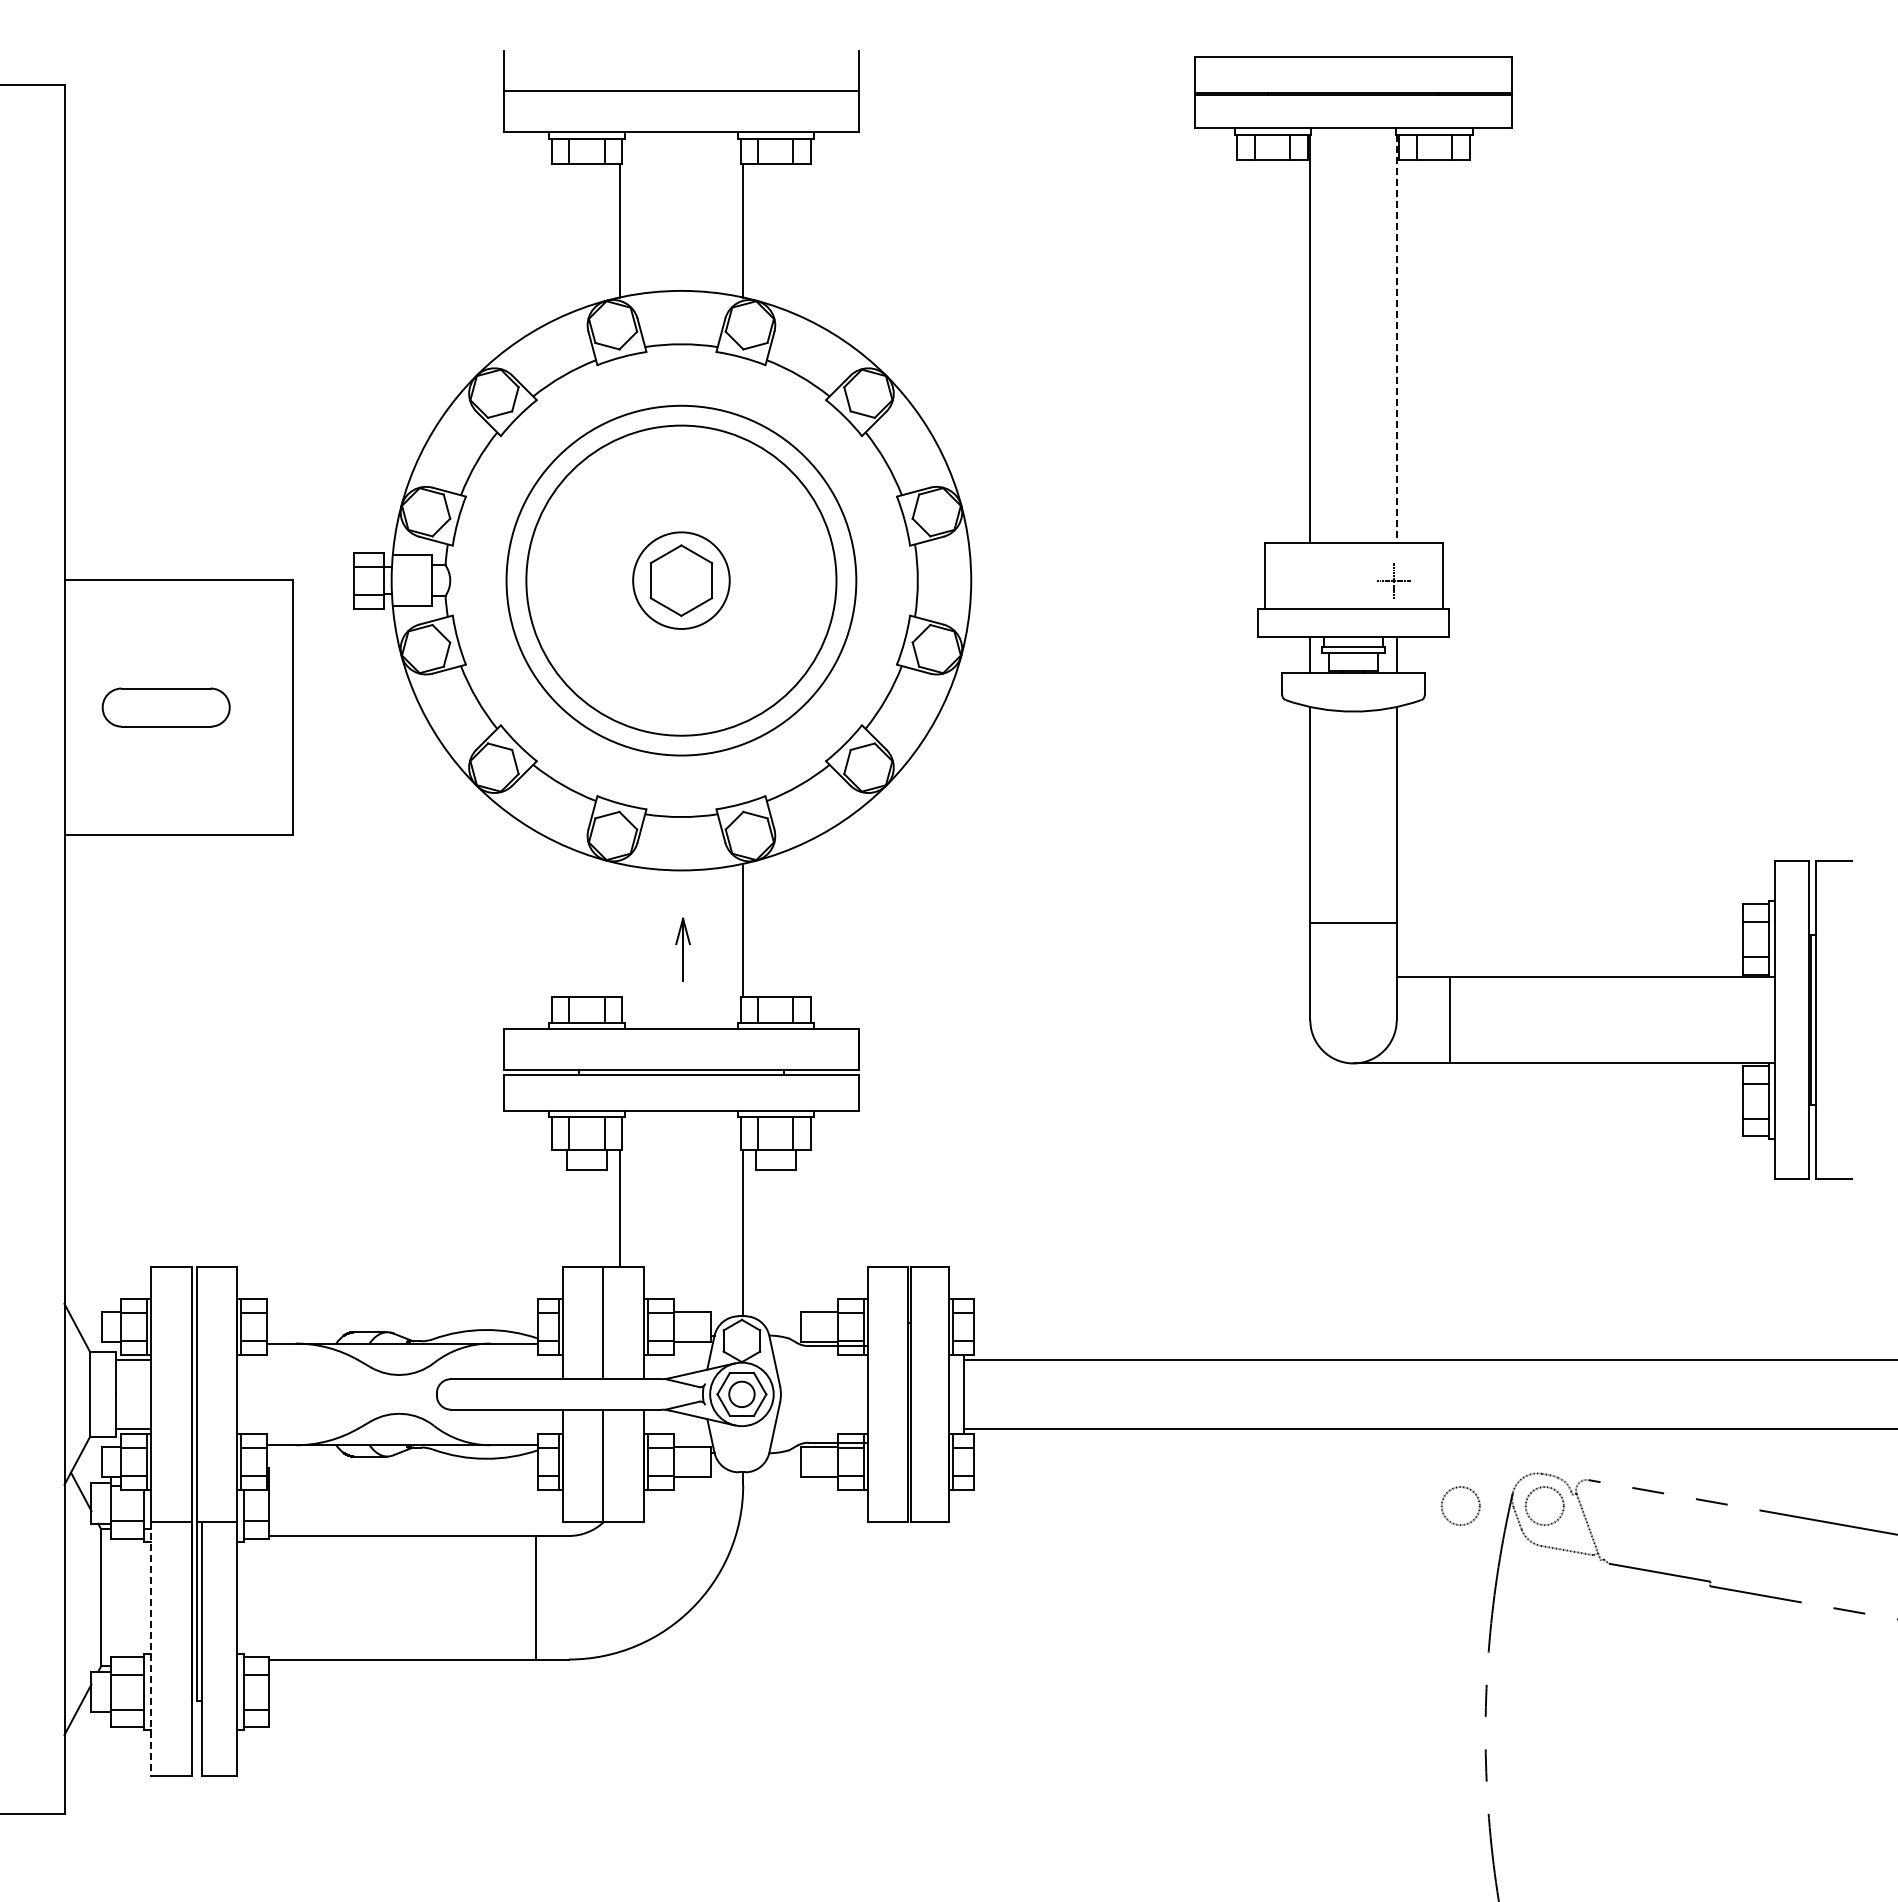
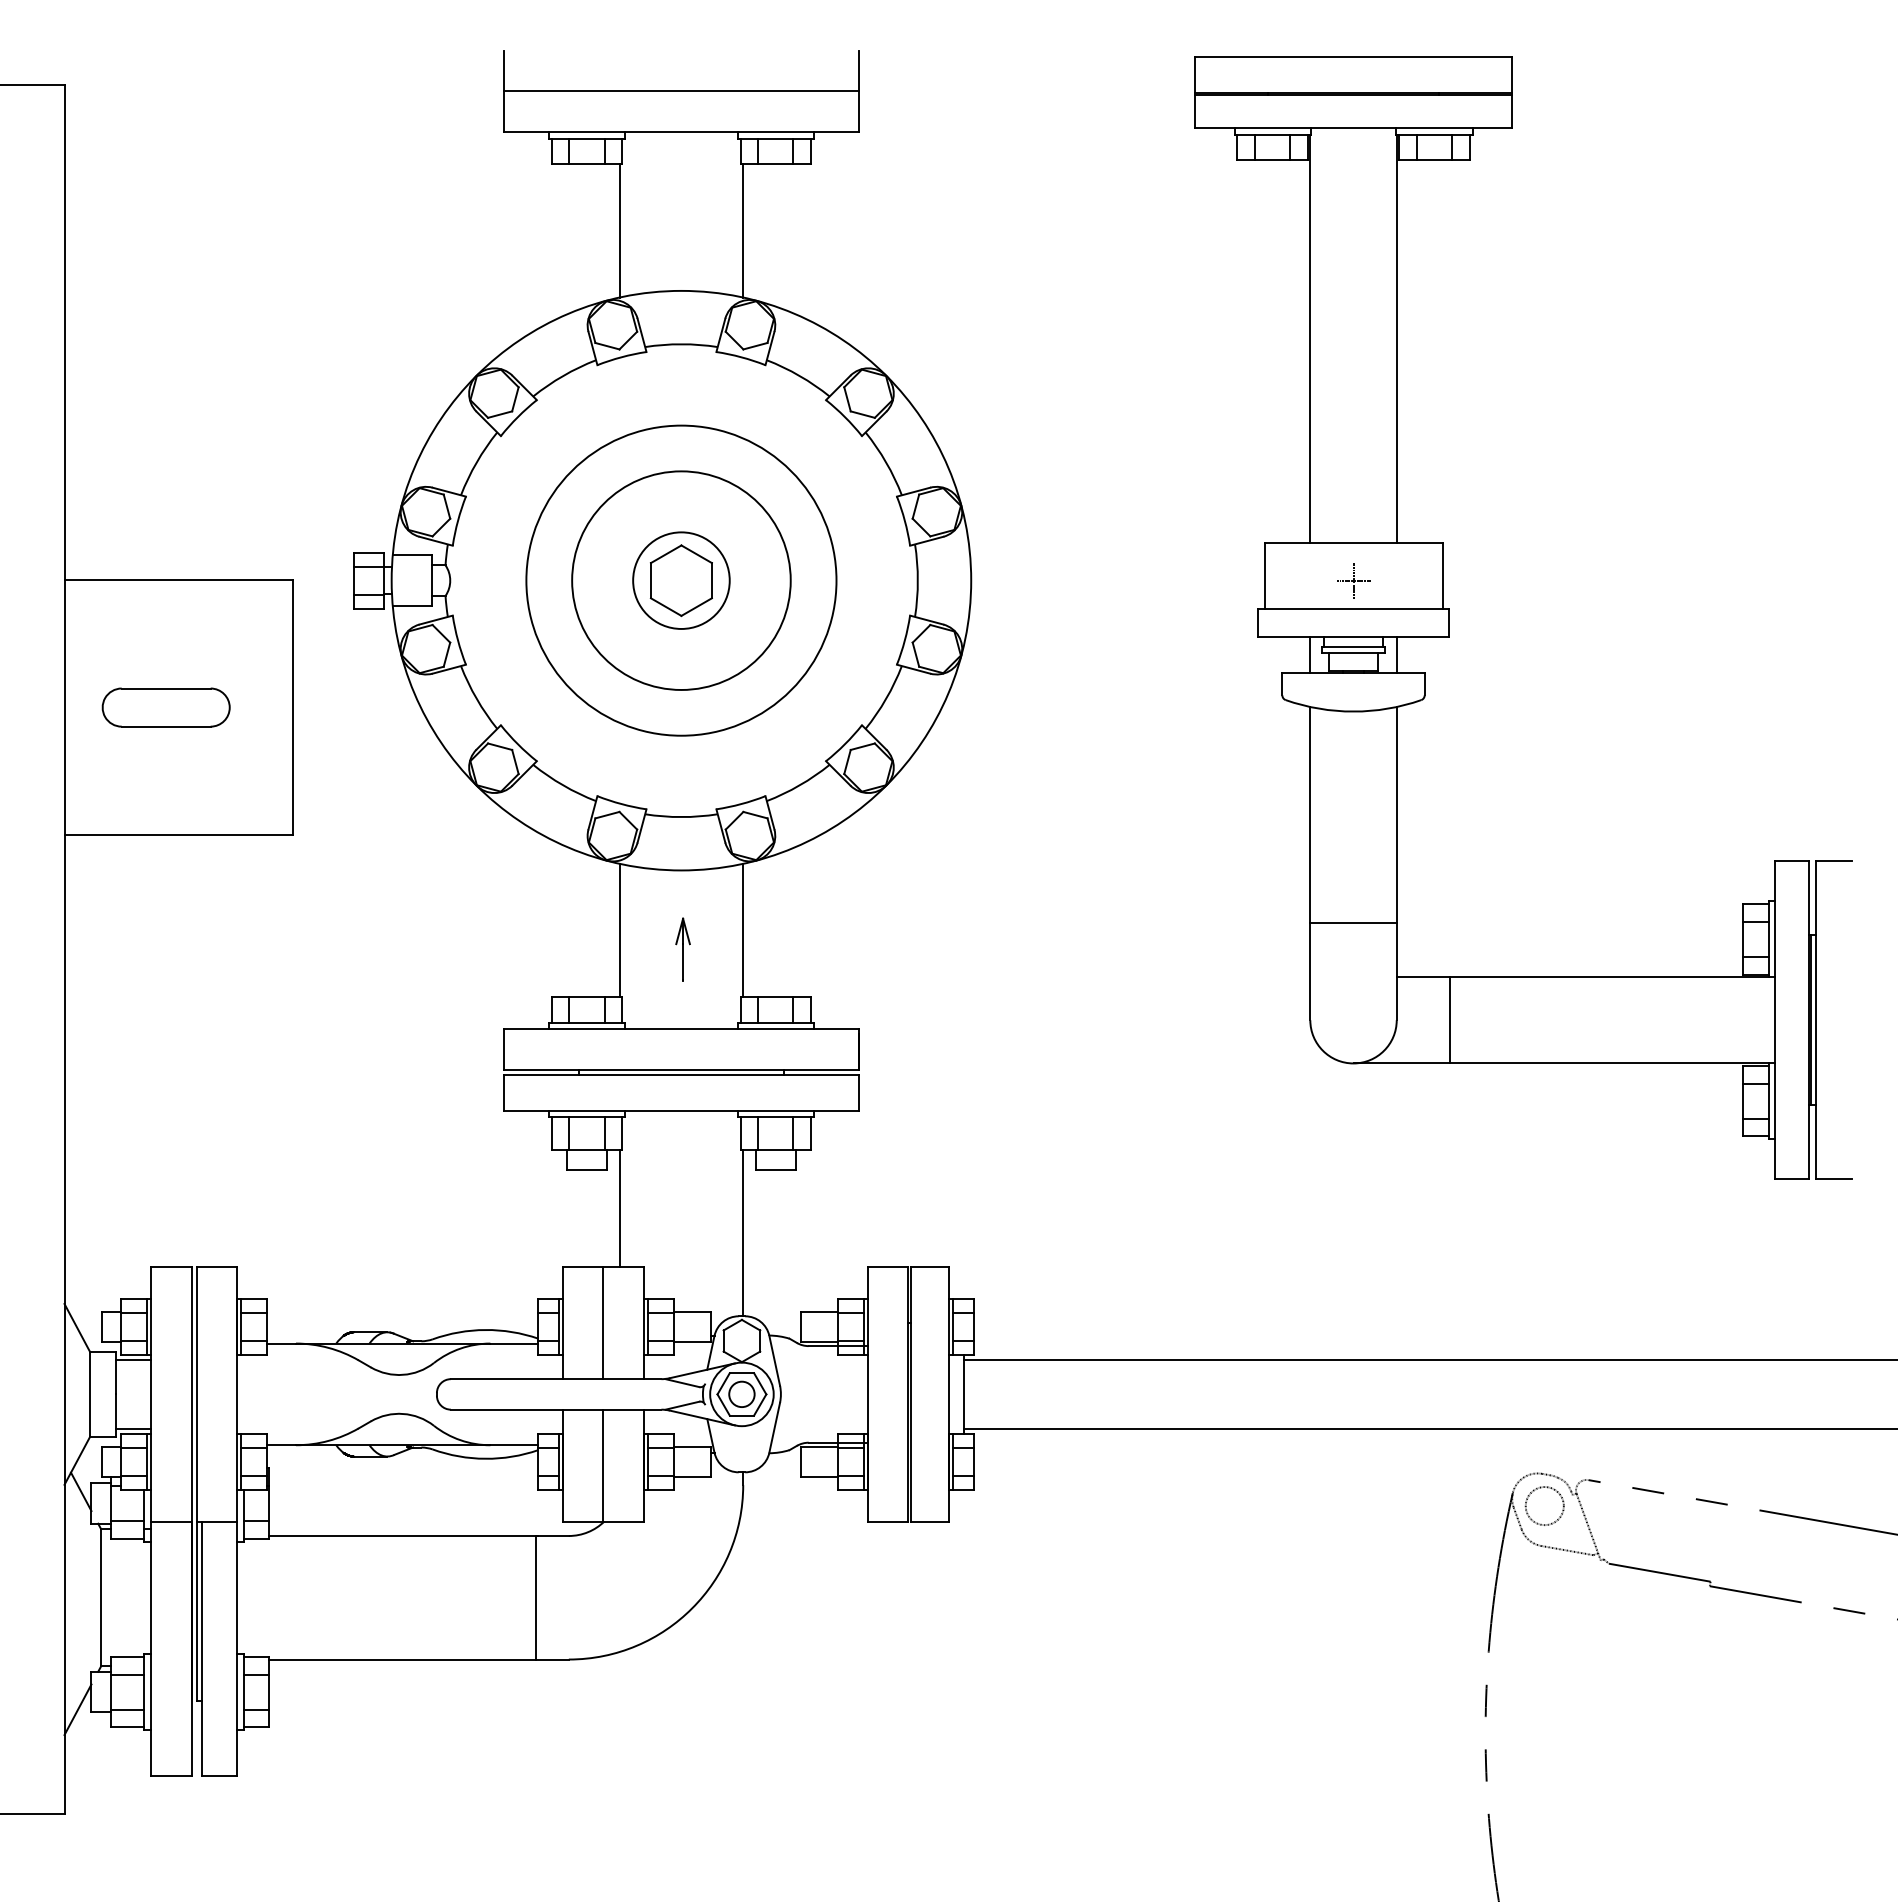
line at (1396, 338): dashed -> solid
circle at (681, 580) diameter: 350 px -> 219 px
part at (1393, 580) position: (1393, 580) -> (1353, 580)
line at (619, 930): none -> present
circle at (1460, 1505): present -> none
line at (150, 1649): dashed -> solid
